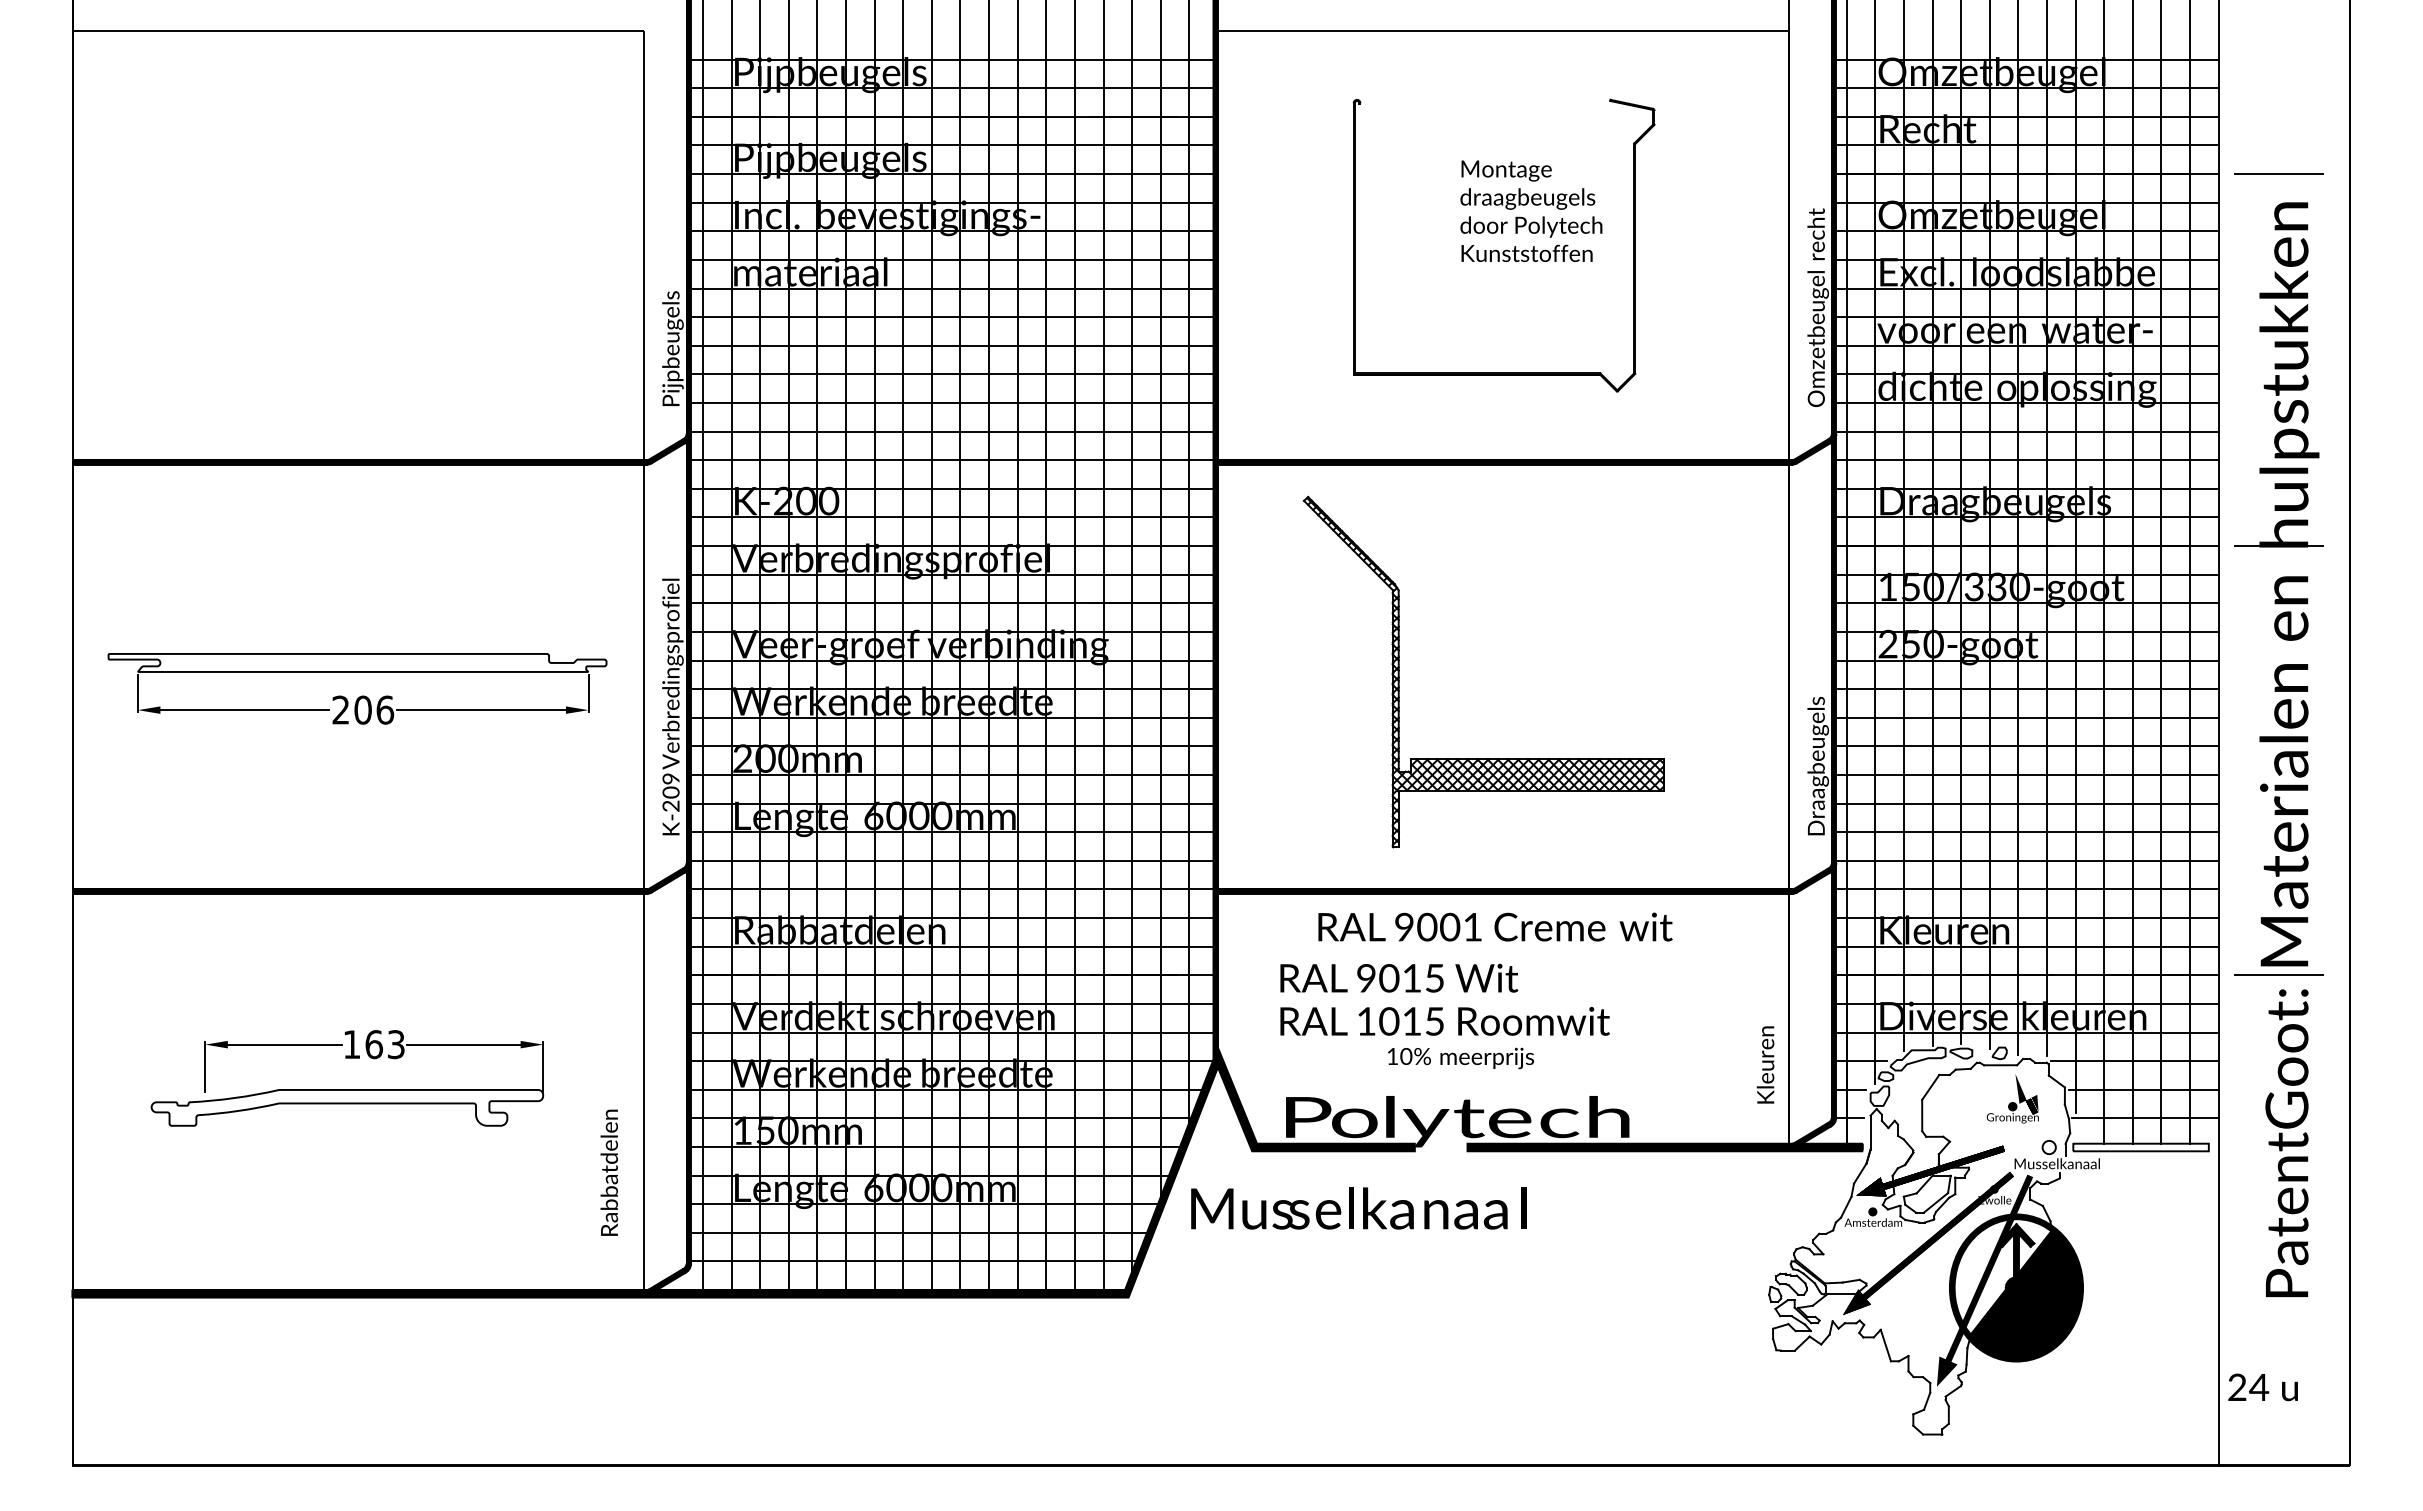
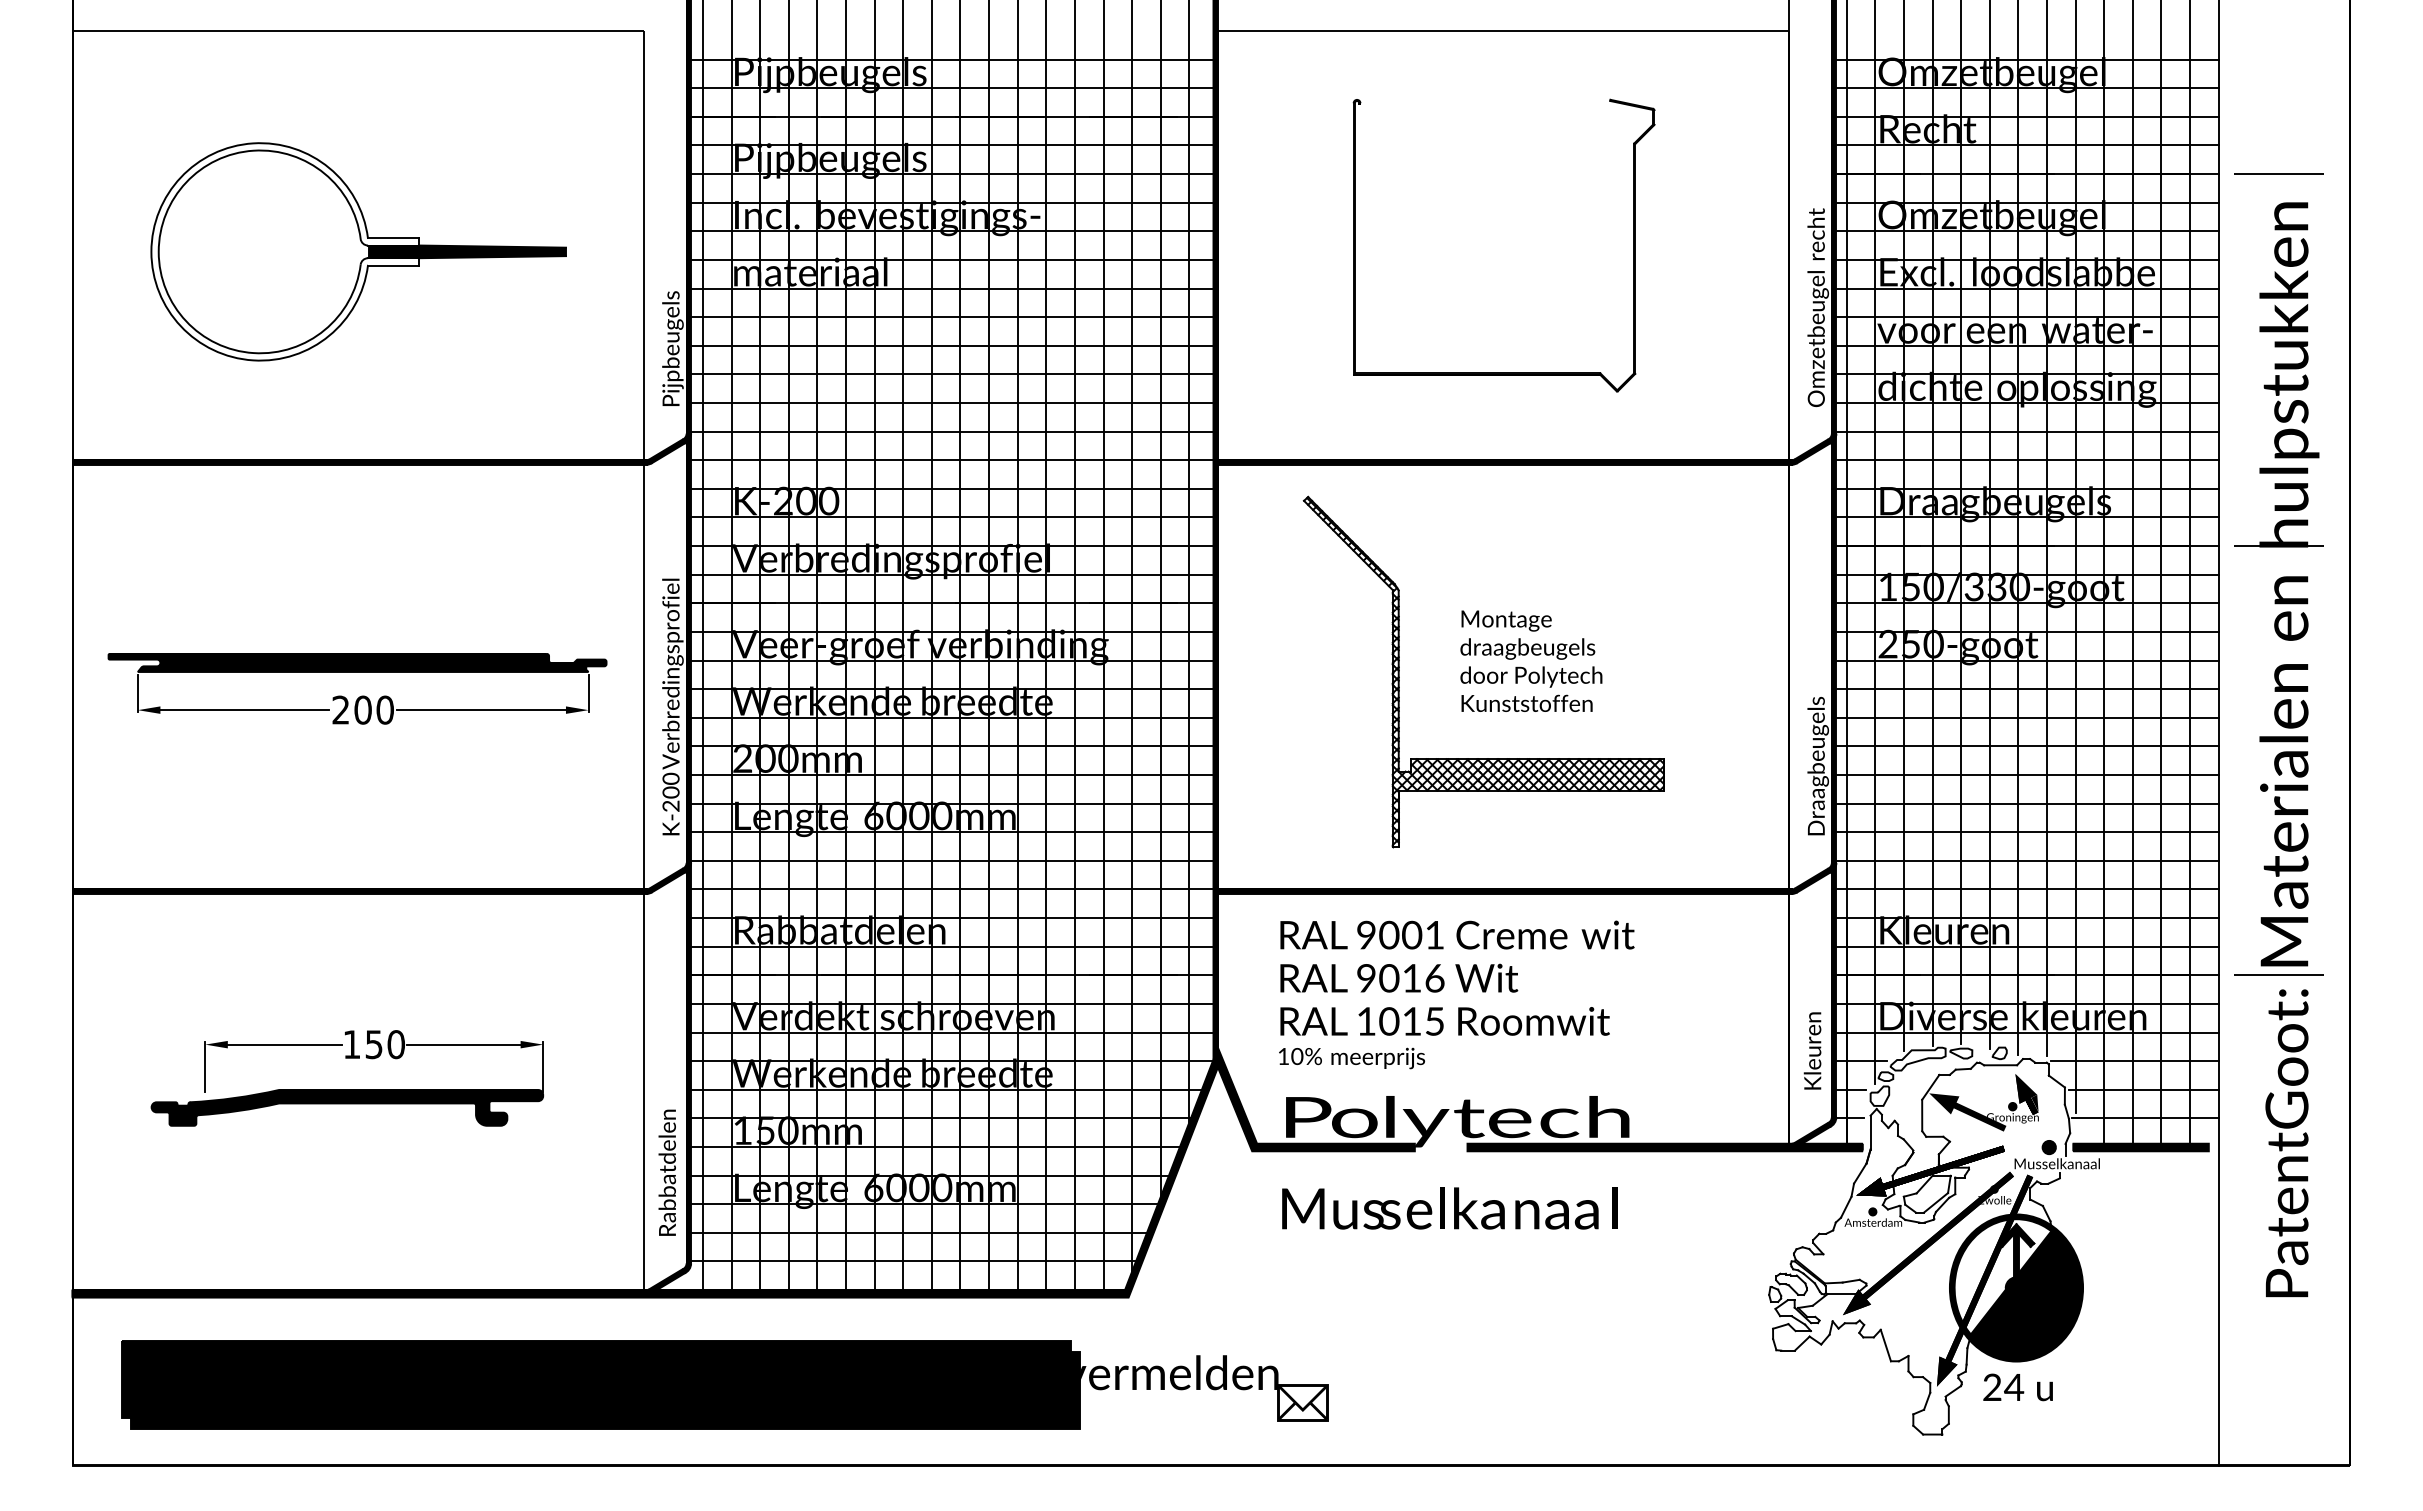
text at (1531, 210) position: (1531, 210) -> (1531, 660)
part at (358, 251): none -> present
fill at (357, 662): none -> present
text at (385, 709): 206 -> 200
text at (671, 778): K-209 -> K-200
text at (1495, 926) position: (1495, 926) -> (1457, 934)
text at (1434, 978): 9015 -> 9016
text at (384, 1044): 163 -> 150
text at (1460, 1058) position: (1460, 1058) -> (1351, 1058)
text at (1765, 1064) position: (1765, 1064) -> (1812, 1050)
fill at (2026, 1094): none -> present
fill at (347, 1107): none -> present
fill at (1967, 1112): none -> present
fill at (2048, 1147): none -> present
fill at (2140, 1147): none -> present
text at (608, 1172) position: (608, 1172) -> (666, 1172)
text at (1358, 1208) position: (1358, 1208) -> (1449, 1208)
fill at (1984, 1280): none -> present
part at (724, 1384): none -> present
text at (2262, 1387) position: (2262, 1387) -> (2017, 1387)
